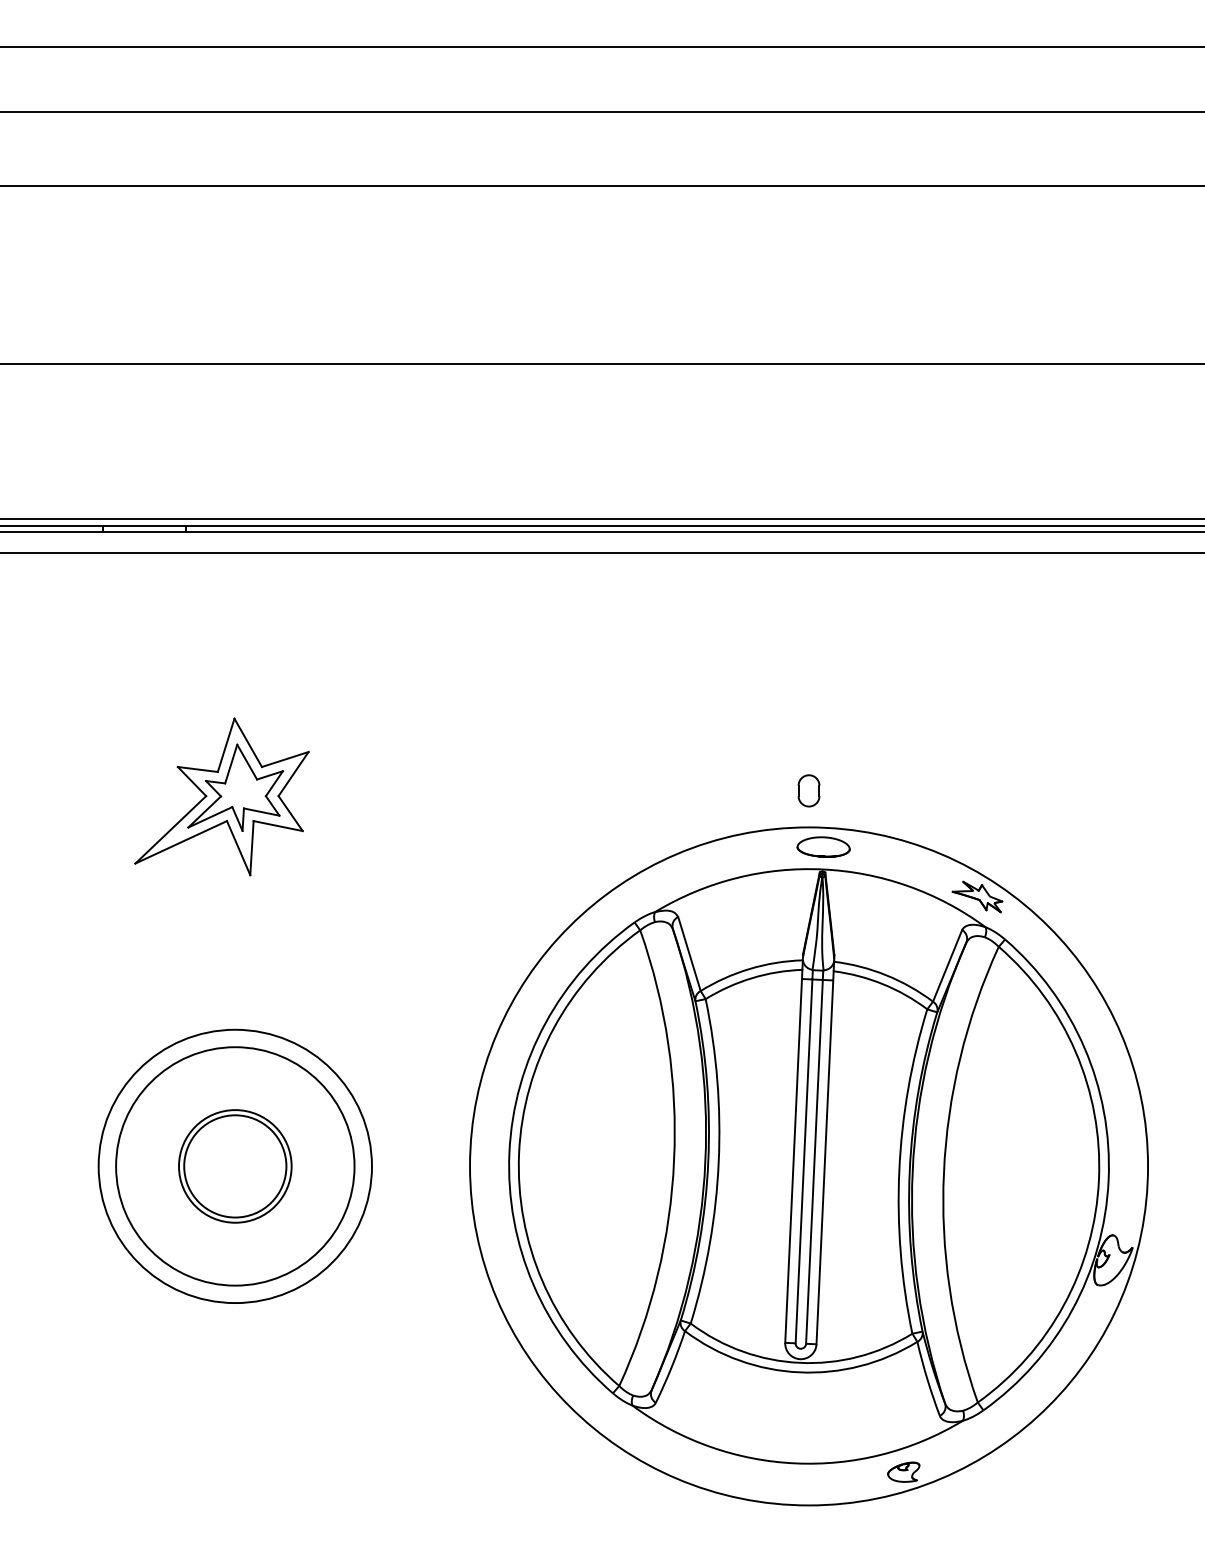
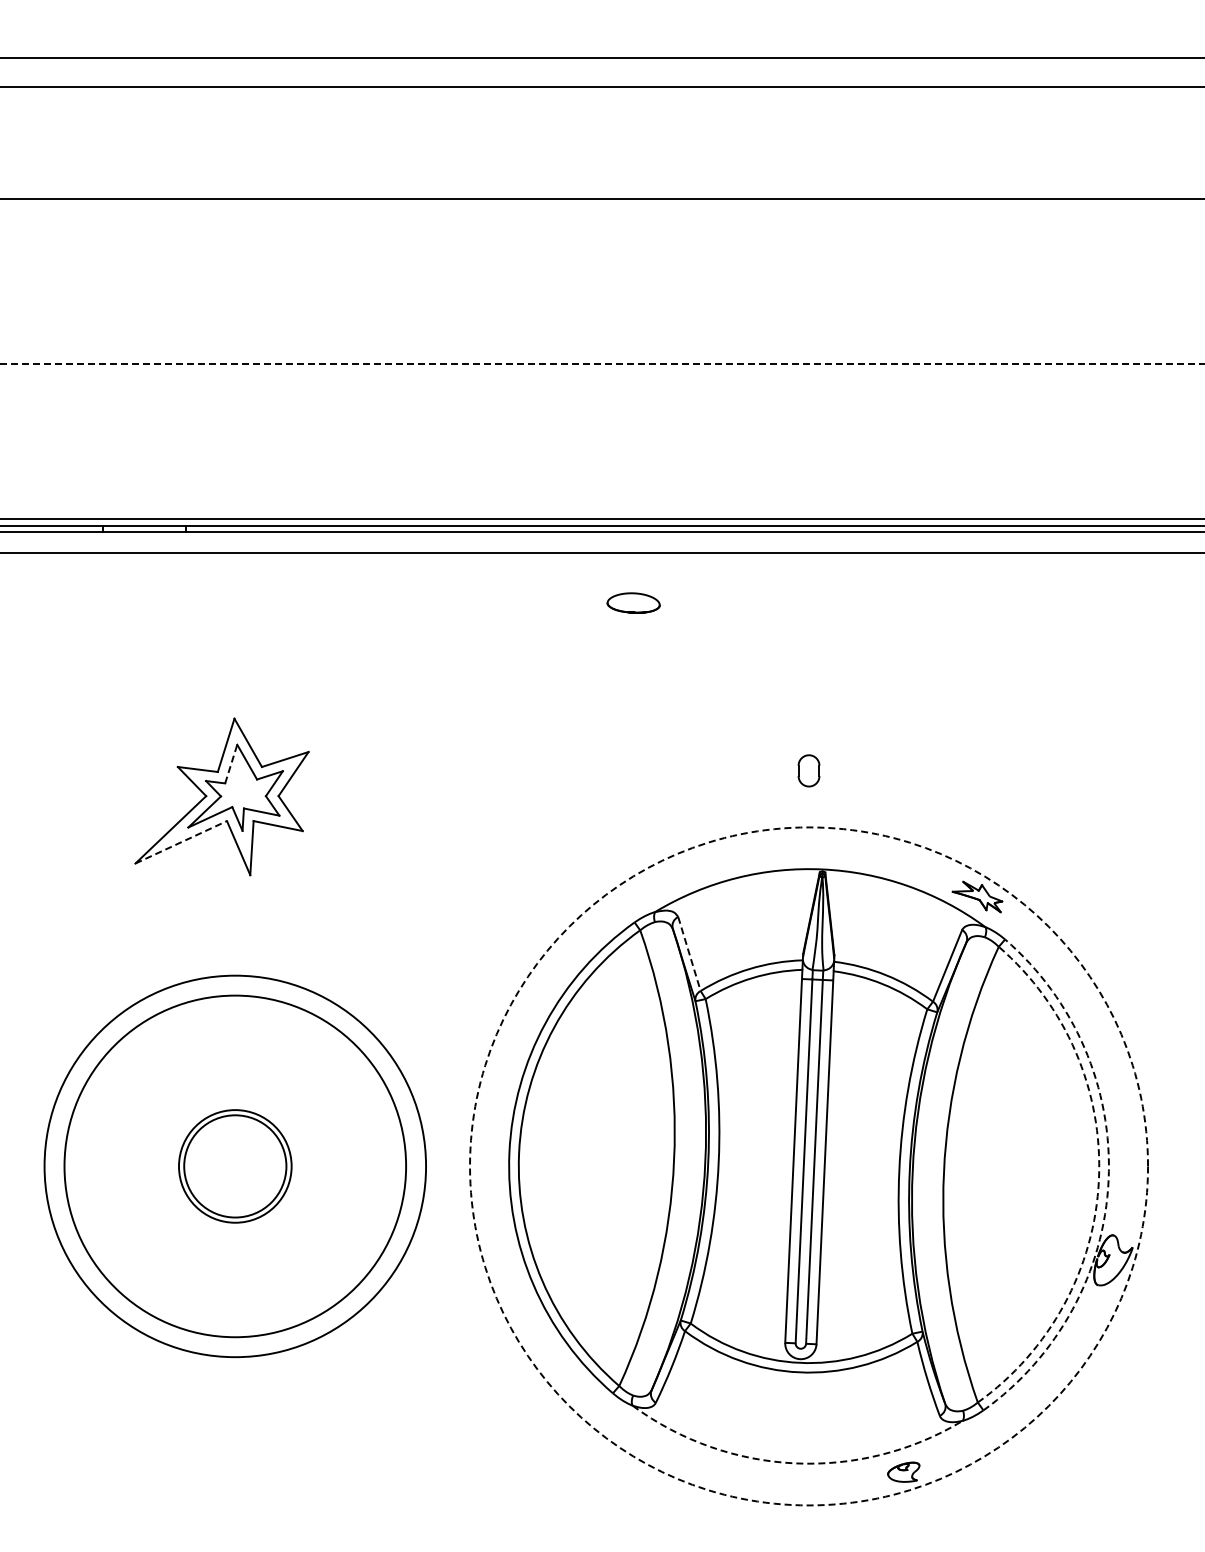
line at (601, 46) position: (601, 46) -> (601, 57)
line at (601, 112) position: (601, 112) -> (601, 87)
line at (601, 186) position: (601, 186) -> (601, 199)
line at (602, 364): solid -> dashed
line at (231, 763): solid -> dashed
part at (808, 790) position: (808, 790) -> (808, 770)
line at (181, 842): solid -> dashed
part at (823, 846) position: (823, 846) -> (633, 602)
line at (689, 954): solid -> dashed
circle at (234, 1166) diameter: 273 px -> 342 px
circle at (235, 1166) diameter: 238 px -> 381 px
circle at (809, 1166): solid -> dashed
arc at (1098, 1179): solid -> dashed
arc at (1108, 1180): solid -> dashed
arc at (795, 1463): solid -> dashed
